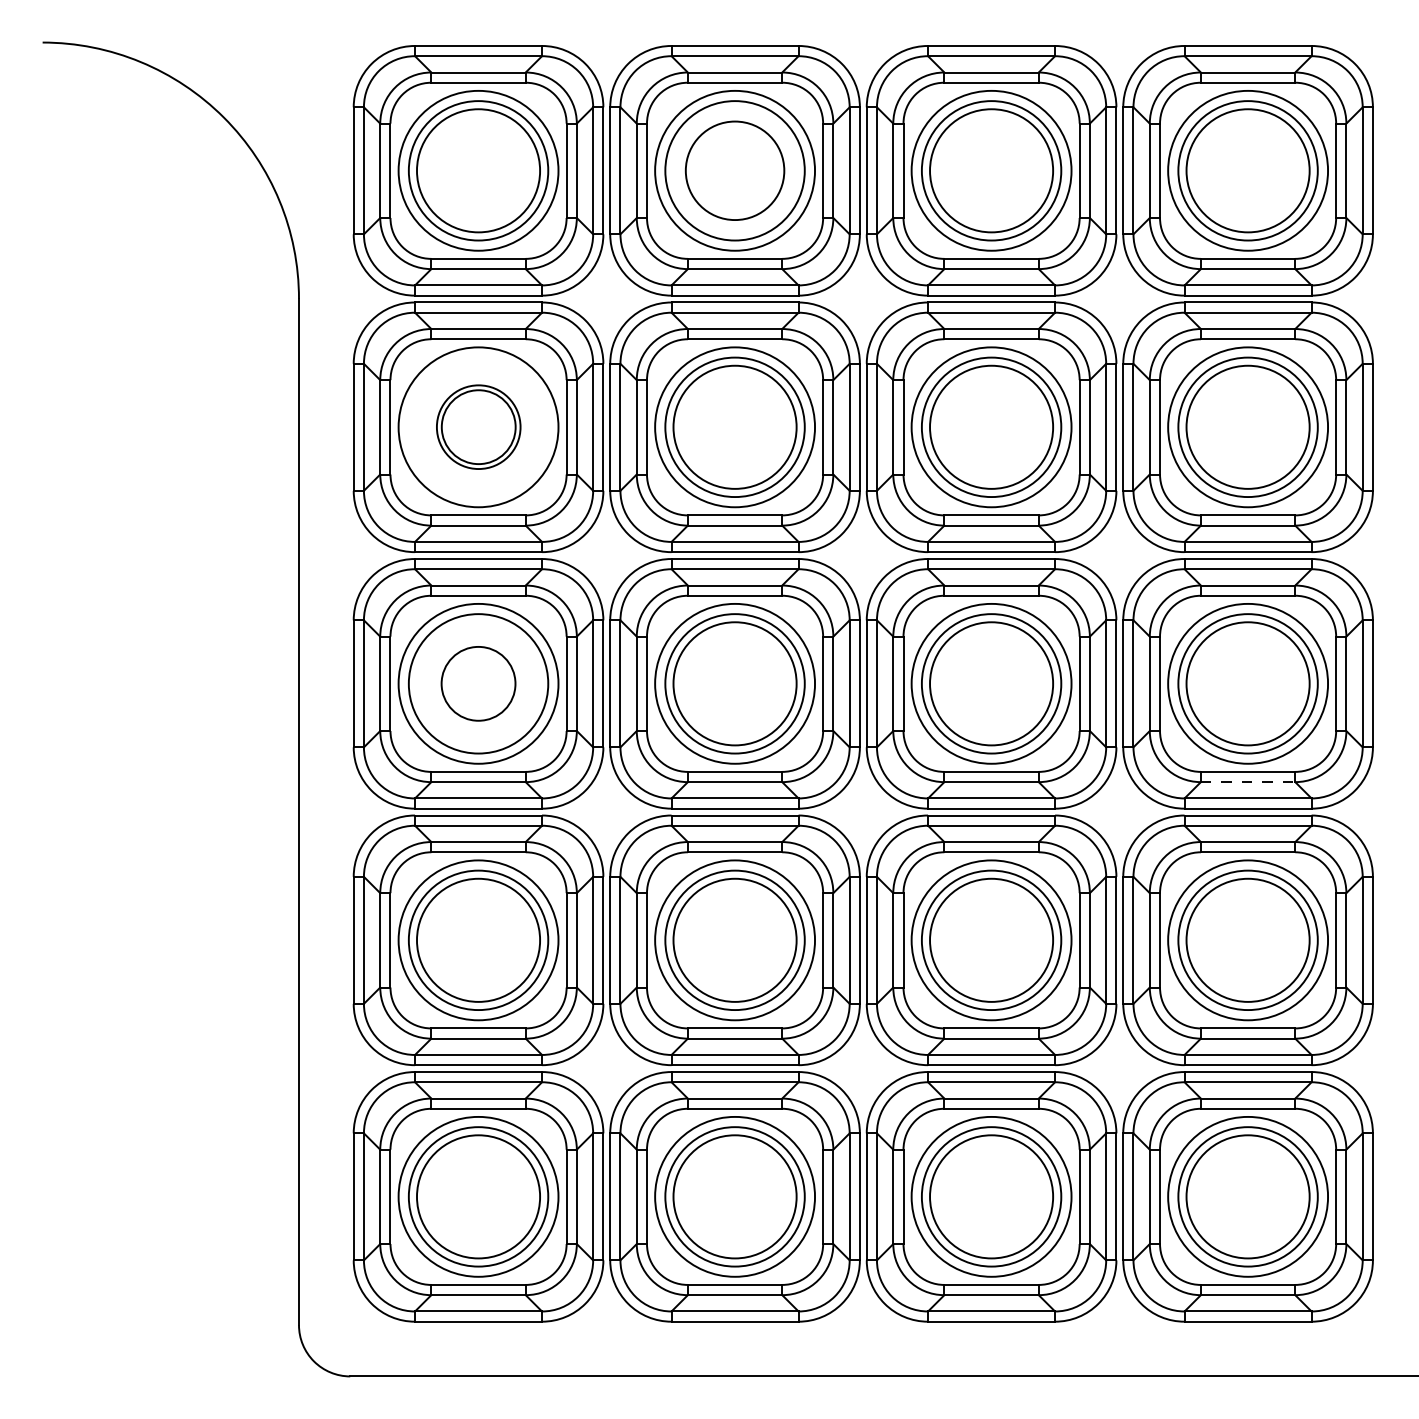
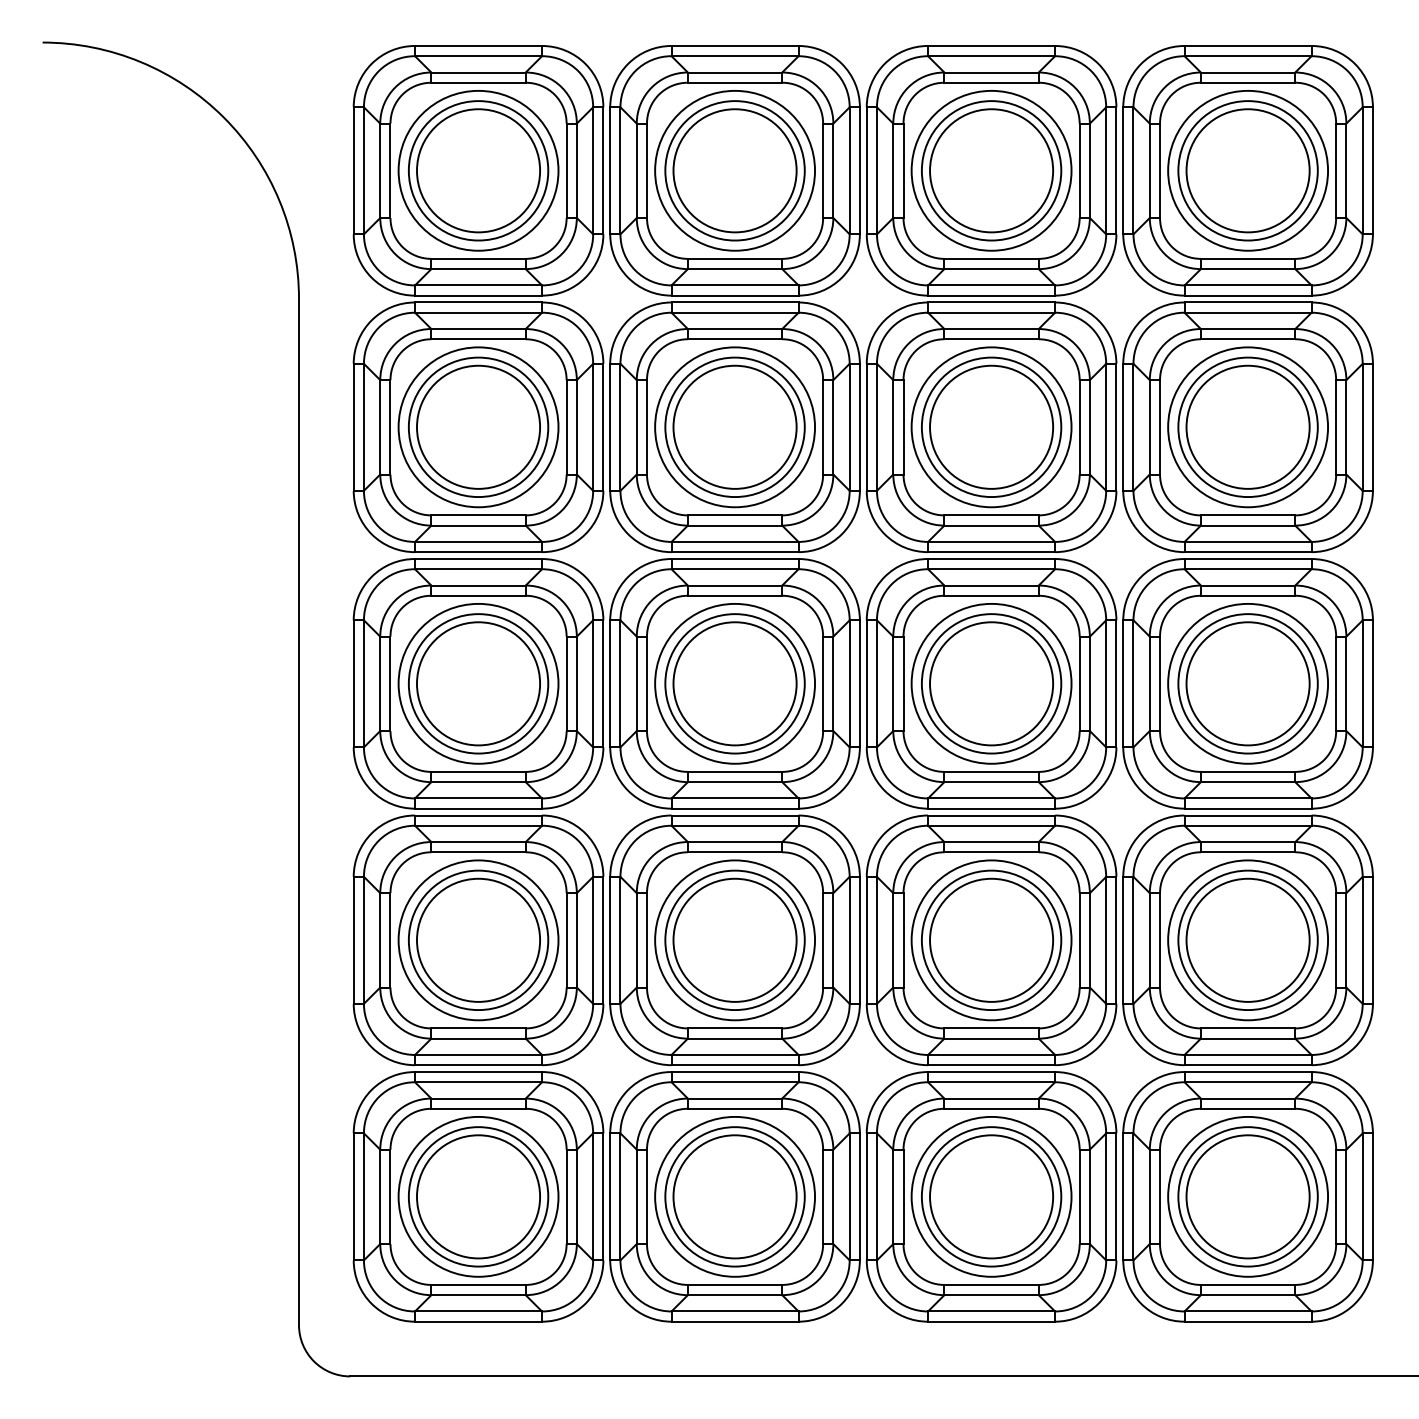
circle at (734, 170) diameter: 99 px -> 123 px
part at (478, 426) size: 86x86 px -> 142x142 px
circle at (478, 683) diameter: 74 px -> 123 px
line at (1248, 782): dashed -> solid
